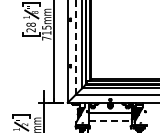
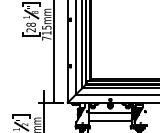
line at (75, 47): dashed -> solid
line at (110, 120): dashed -> solid
